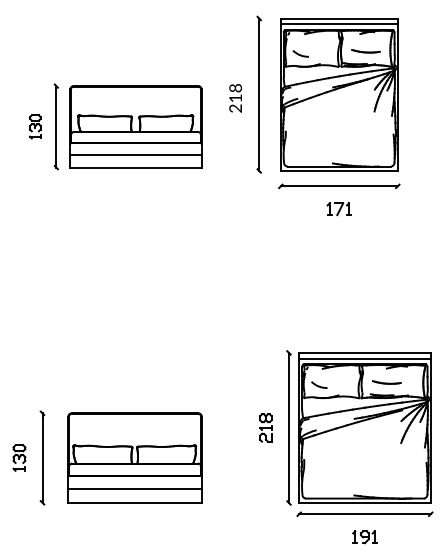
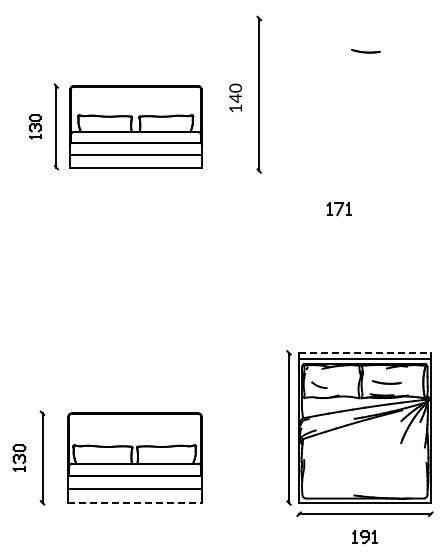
part at (339, 94): present -> none
text at (235, 97): 218 -> 140
part at (339, 186): present -> none
line at (364, 352): solid -> dashed
part at (265, 427): present -> none
line at (135, 502): solid -> dashed
